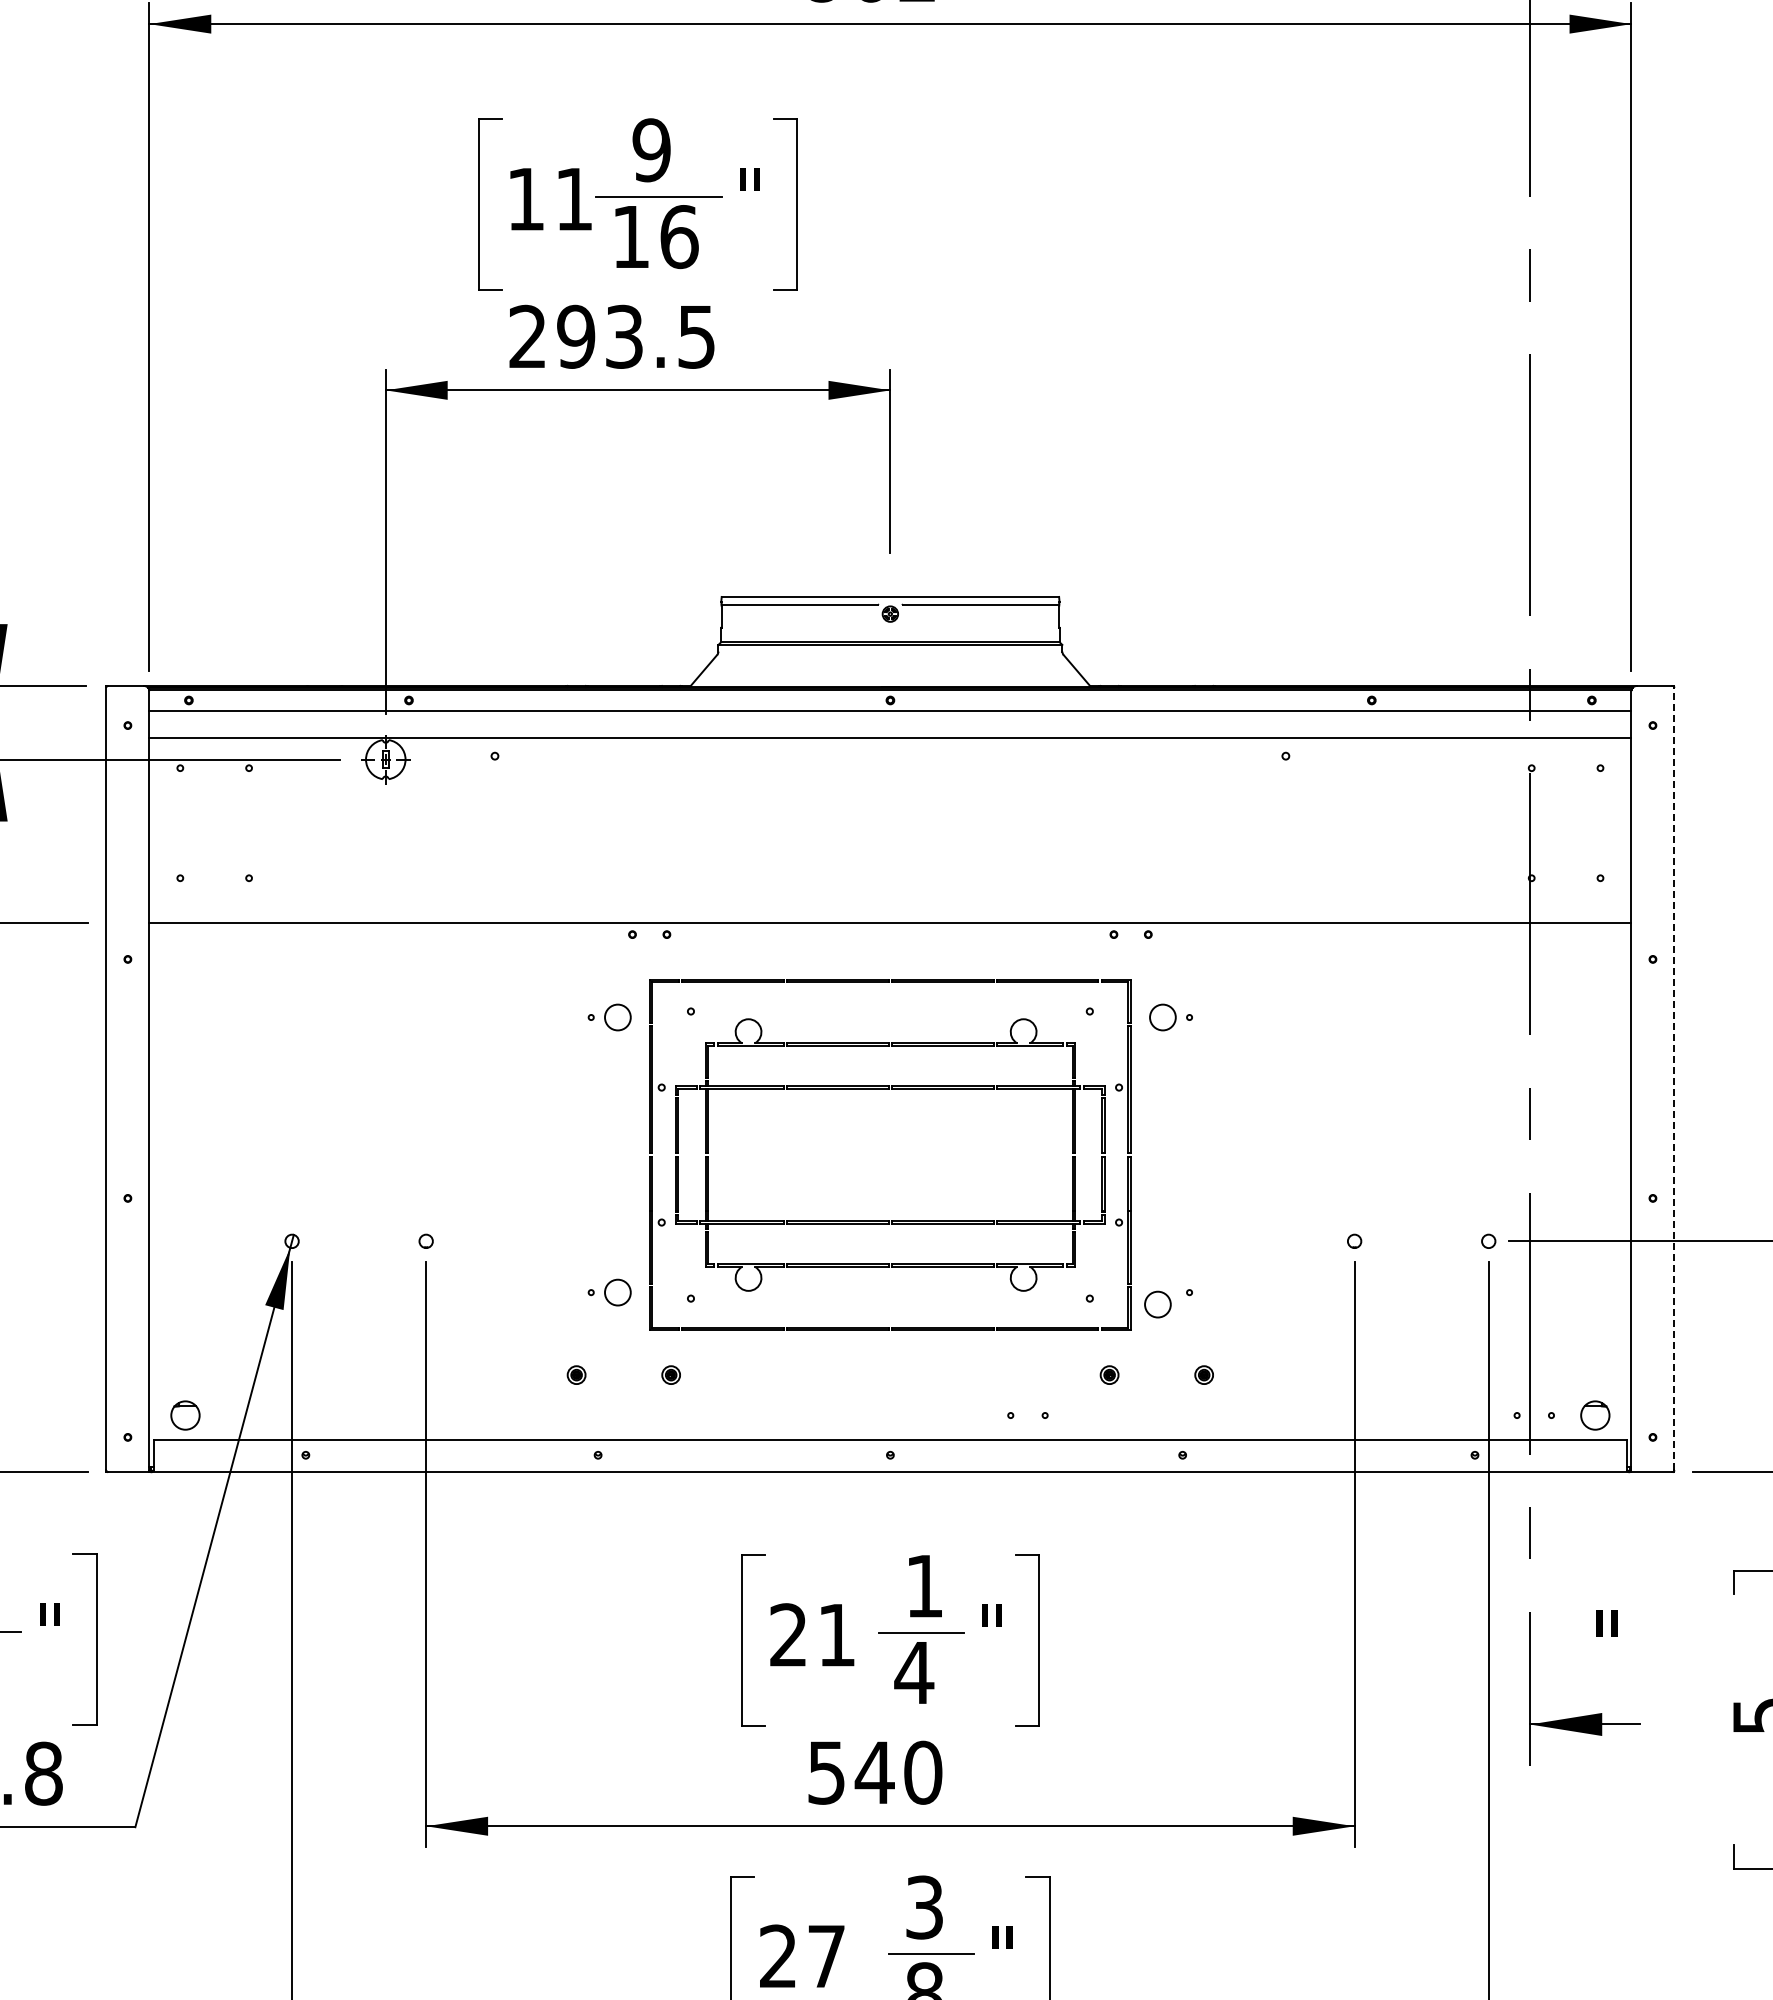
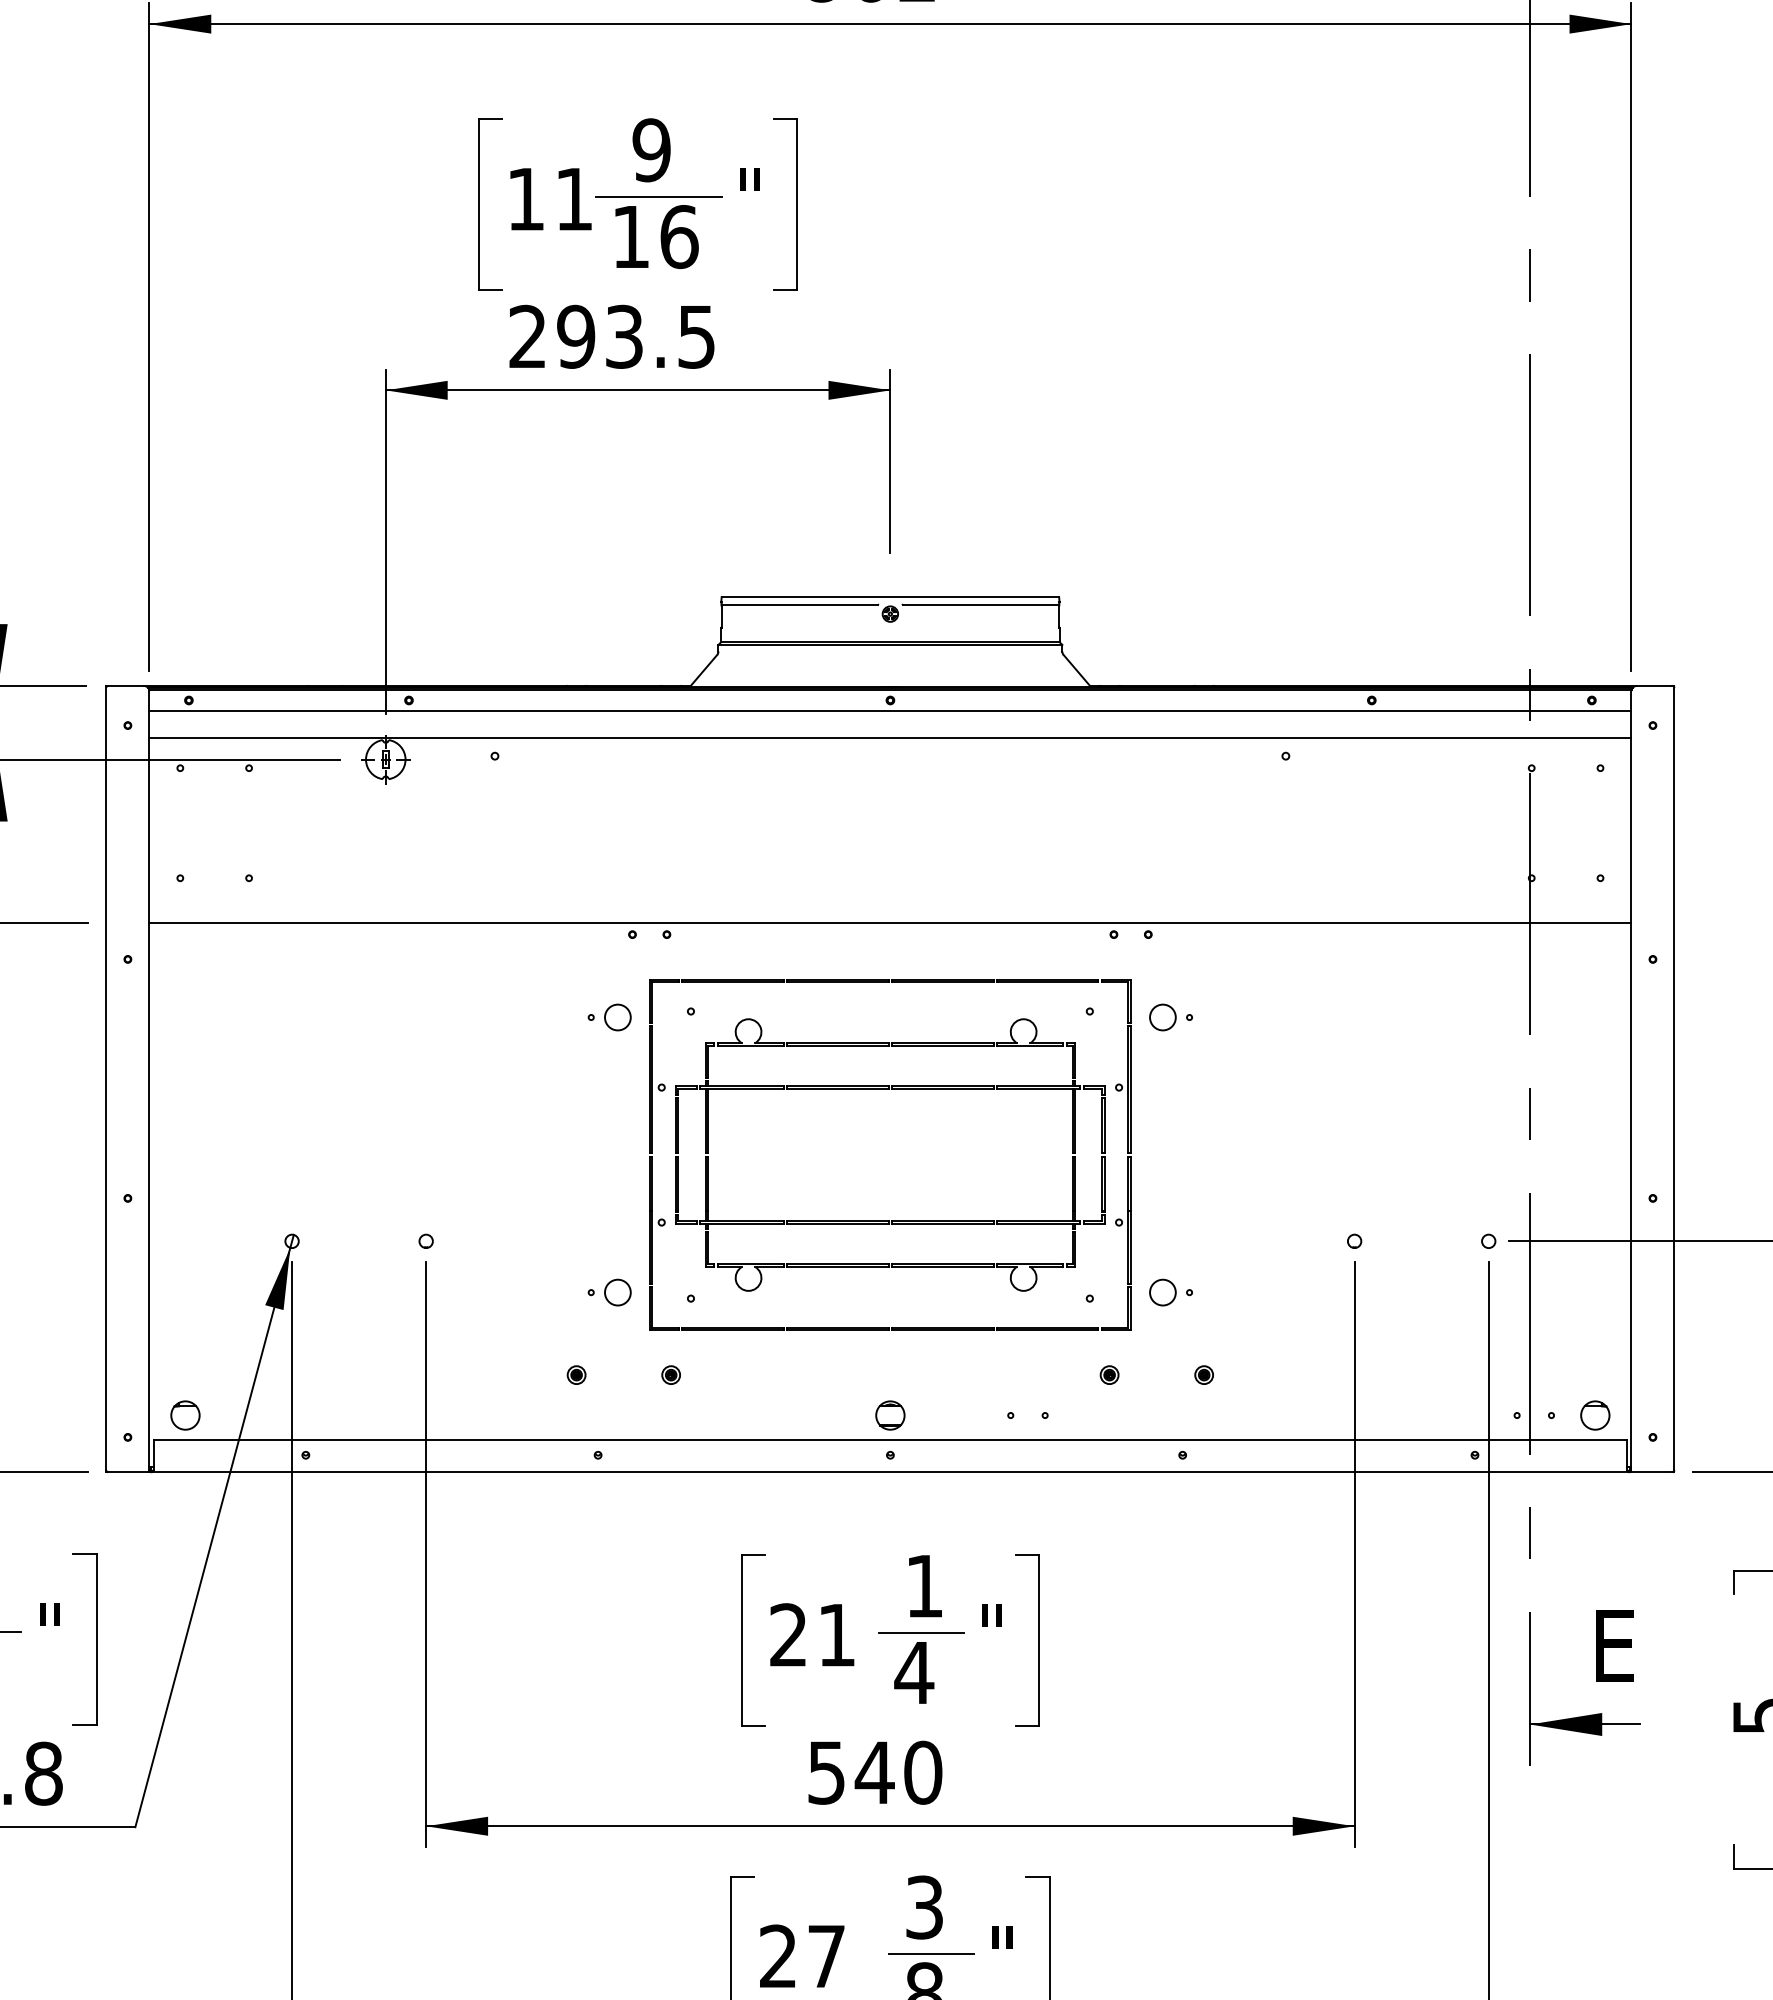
line at (1674, 1078): dashed -> solid
circle at (1157, 1304) position: (1157, 1304) -> (1162, 1292)
part at (890, 1415): none -> present
text at (1614, 1645): " -> E
